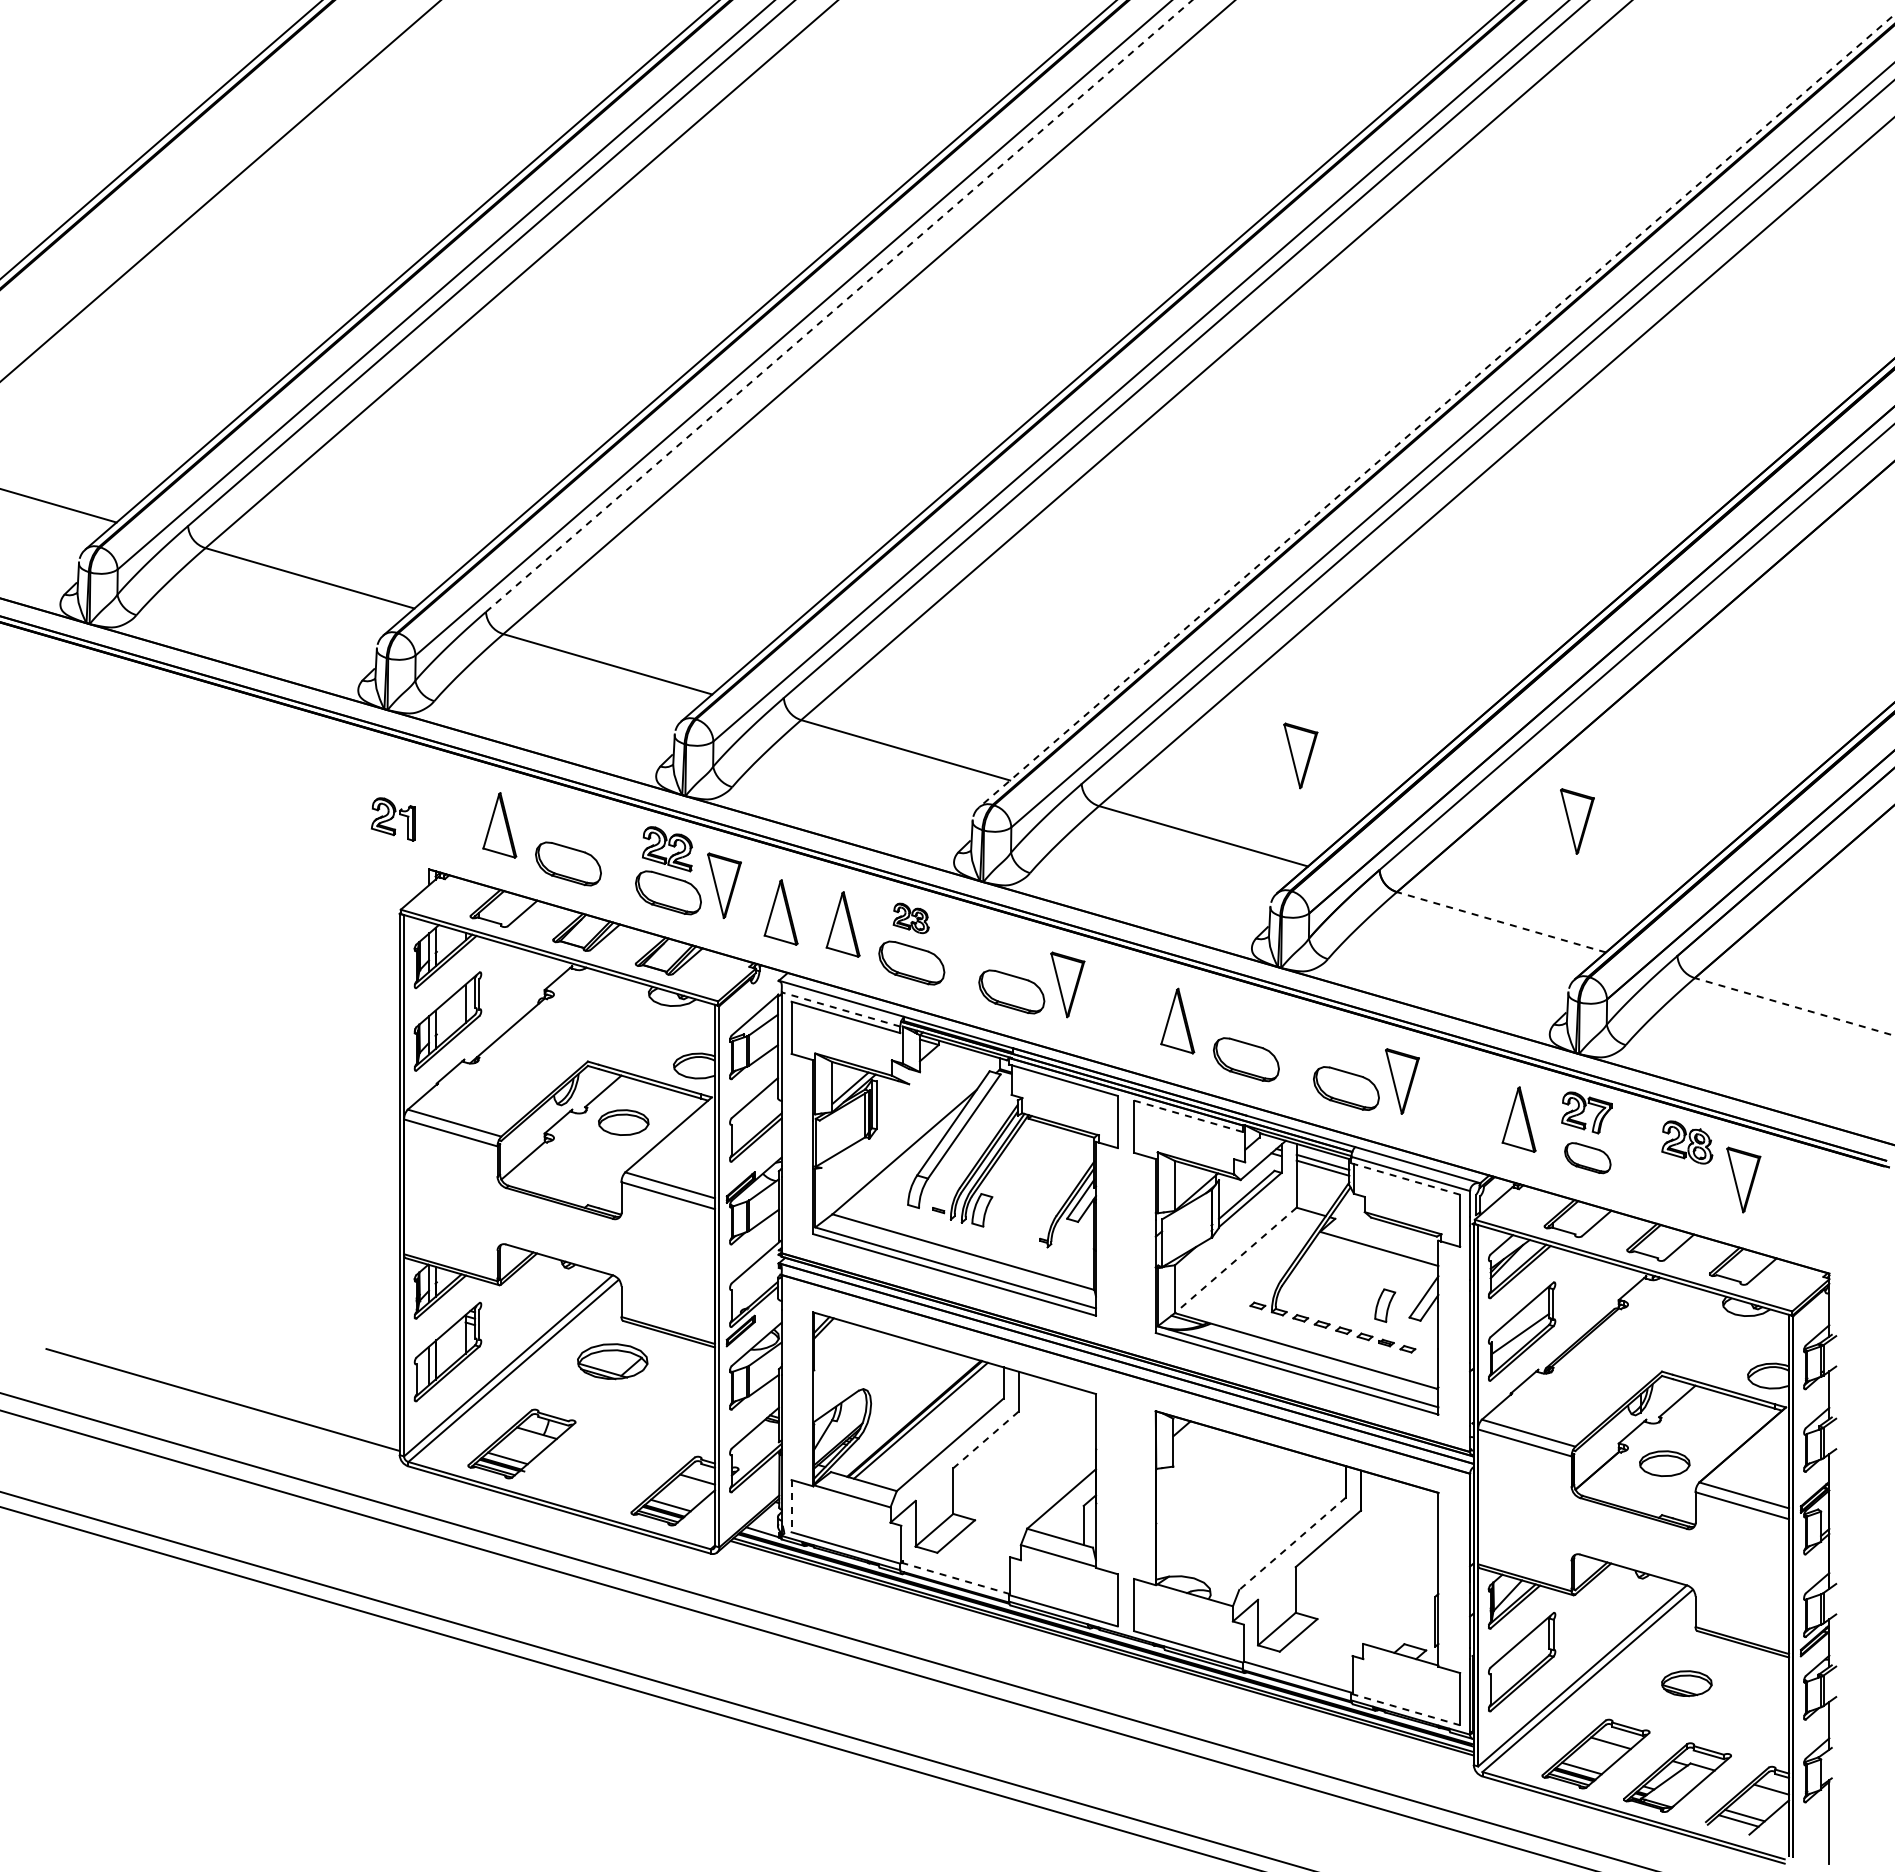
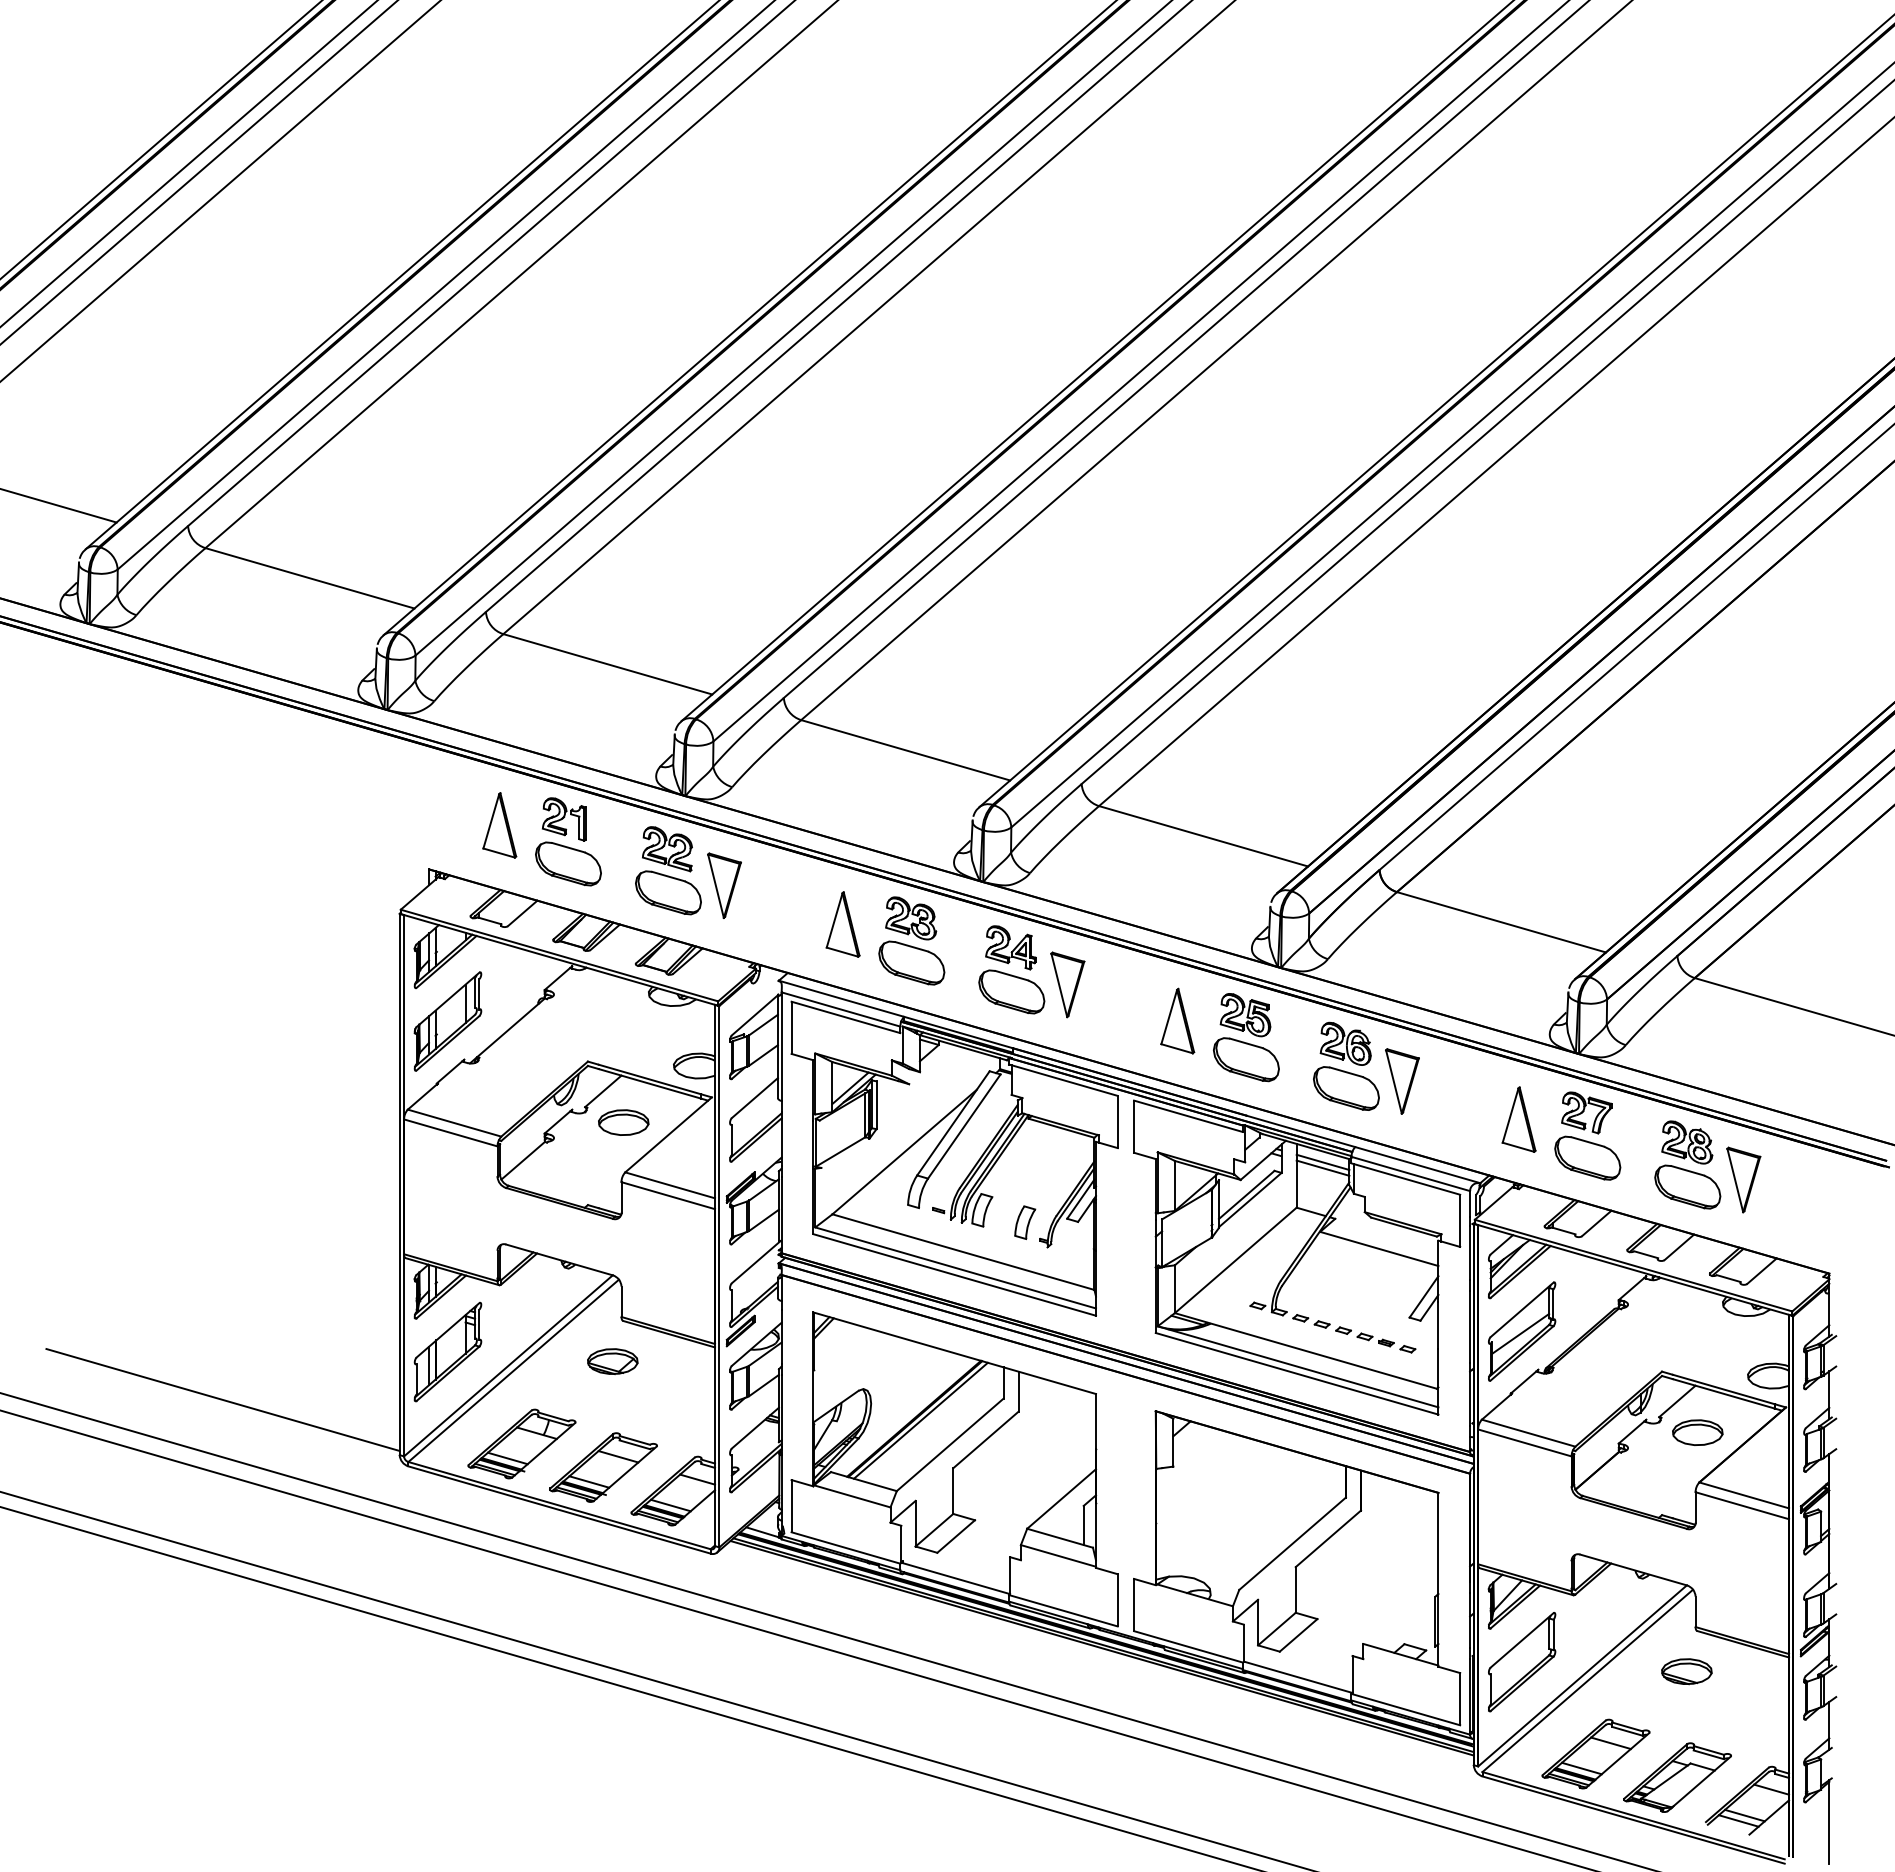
line at (188, 163): none -> present
line at (198, 172): none -> present
line at (839, 305): dashed -> solid
line at (1436, 411): dashed -> solid
part at (1300, 755): present -> none
part at (393, 819) position: (393, 819) -> (564, 819)
part at (1577, 821): present -> none
part at (780, 912): present -> none
part at (910, 918) size: 38x33 px -> 53x45 px
line at (1501, 922): dashed -> solid
part at (1010, 947): none -> present
line at (1794, 1006): dashed -> solid
line at (841, 1009): dashed -> solid
part at (1245, 1015): none -> present
part at (1345, 1043): none -> present
line at (1188, 1116): dashed -> solid
part at (1587, 1158) size: 48x33 px -> 68x46 px
line at (1405, 1179): dashed -> solid
part at (1687, 1186): none -> present
line at (1235, 1260): dashed -> solid
part at (1385, 1305) position: (1385, 1305) -> (1025, 1222)
part at (612, 1361) size: 72x38 px -> 52x27 px
line at (985, 1440): dashed -> solid
part at (1664, 1463) position: (1664, 1463) -> (1697, 1432)
part at (603, 1467): none -> present
line at (791, 1506): dashed -> solid
line at (1292, 1543): dashed -> solid
line at (955, 1578): dashed -> solid
part at (1686, 1683) position: (1686, 1683) -> (1686, 1671)
line at (1405, 1709): dashed -> solid
